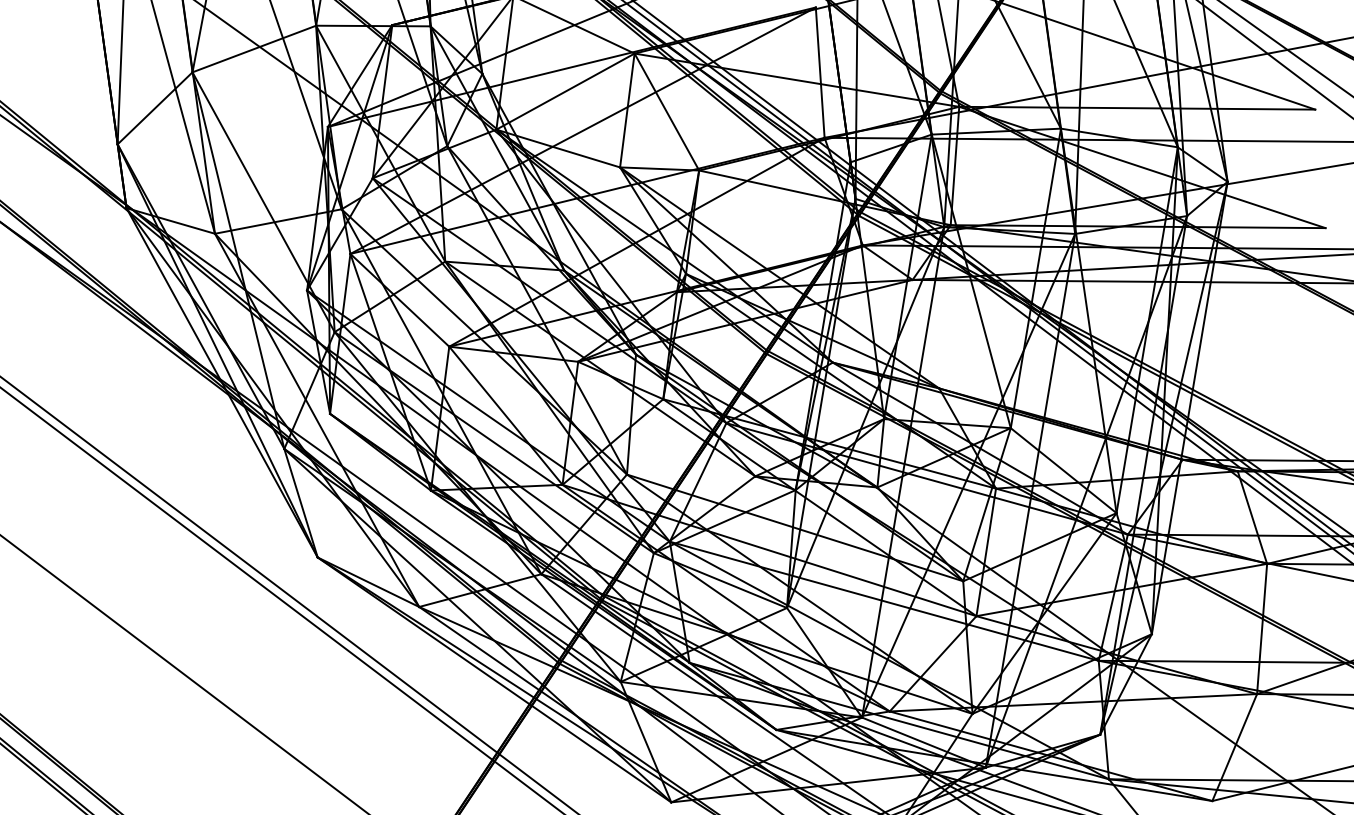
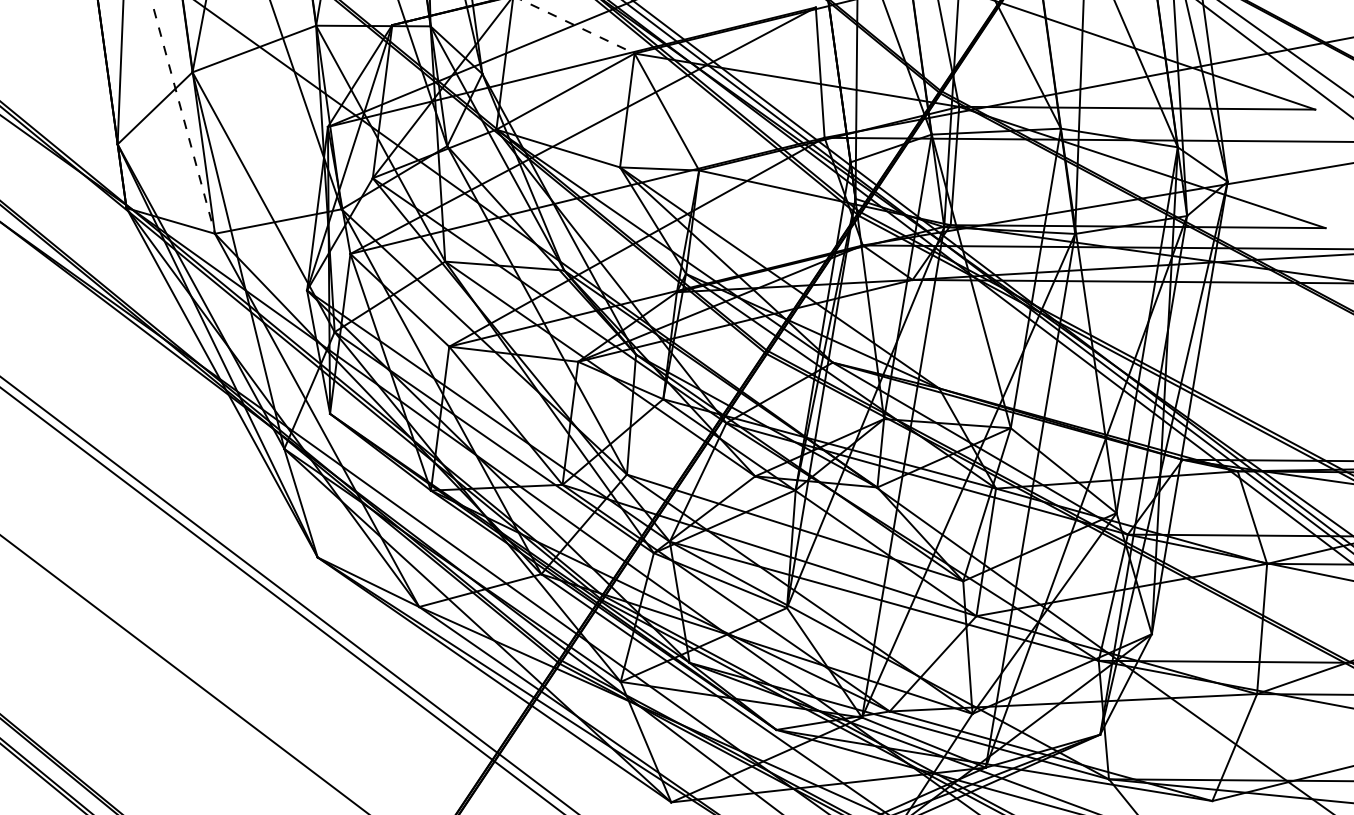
line at (578, 26): solid -> dashed
line at (183, 117): solid -> dashed
